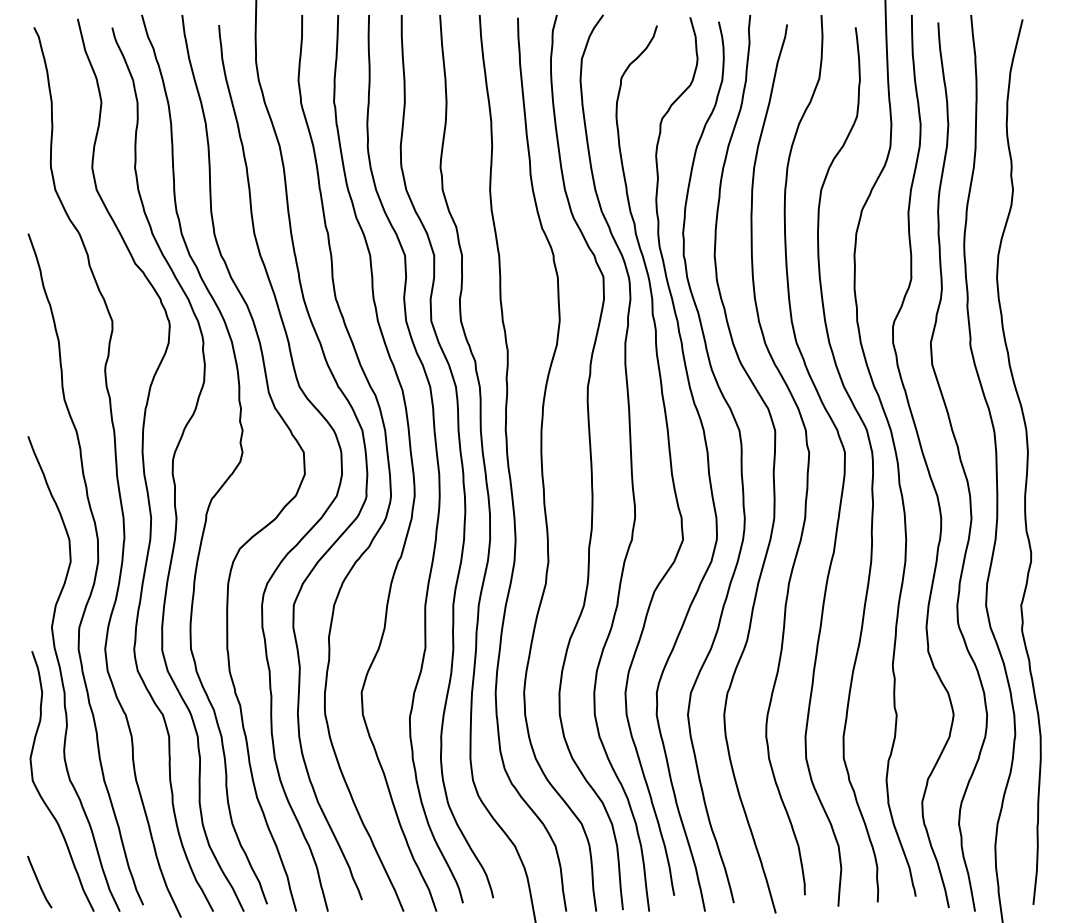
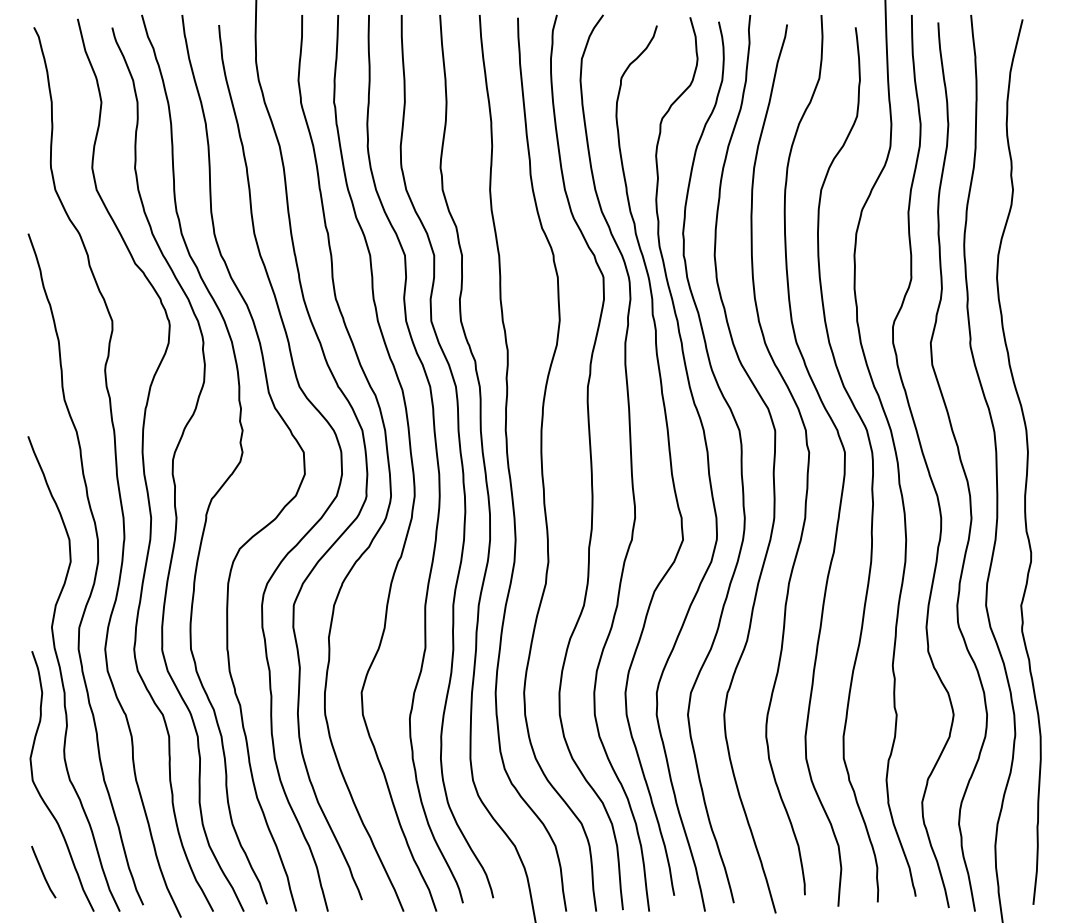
line at (39, 881) position: (39, 881) -> (43, 871)
